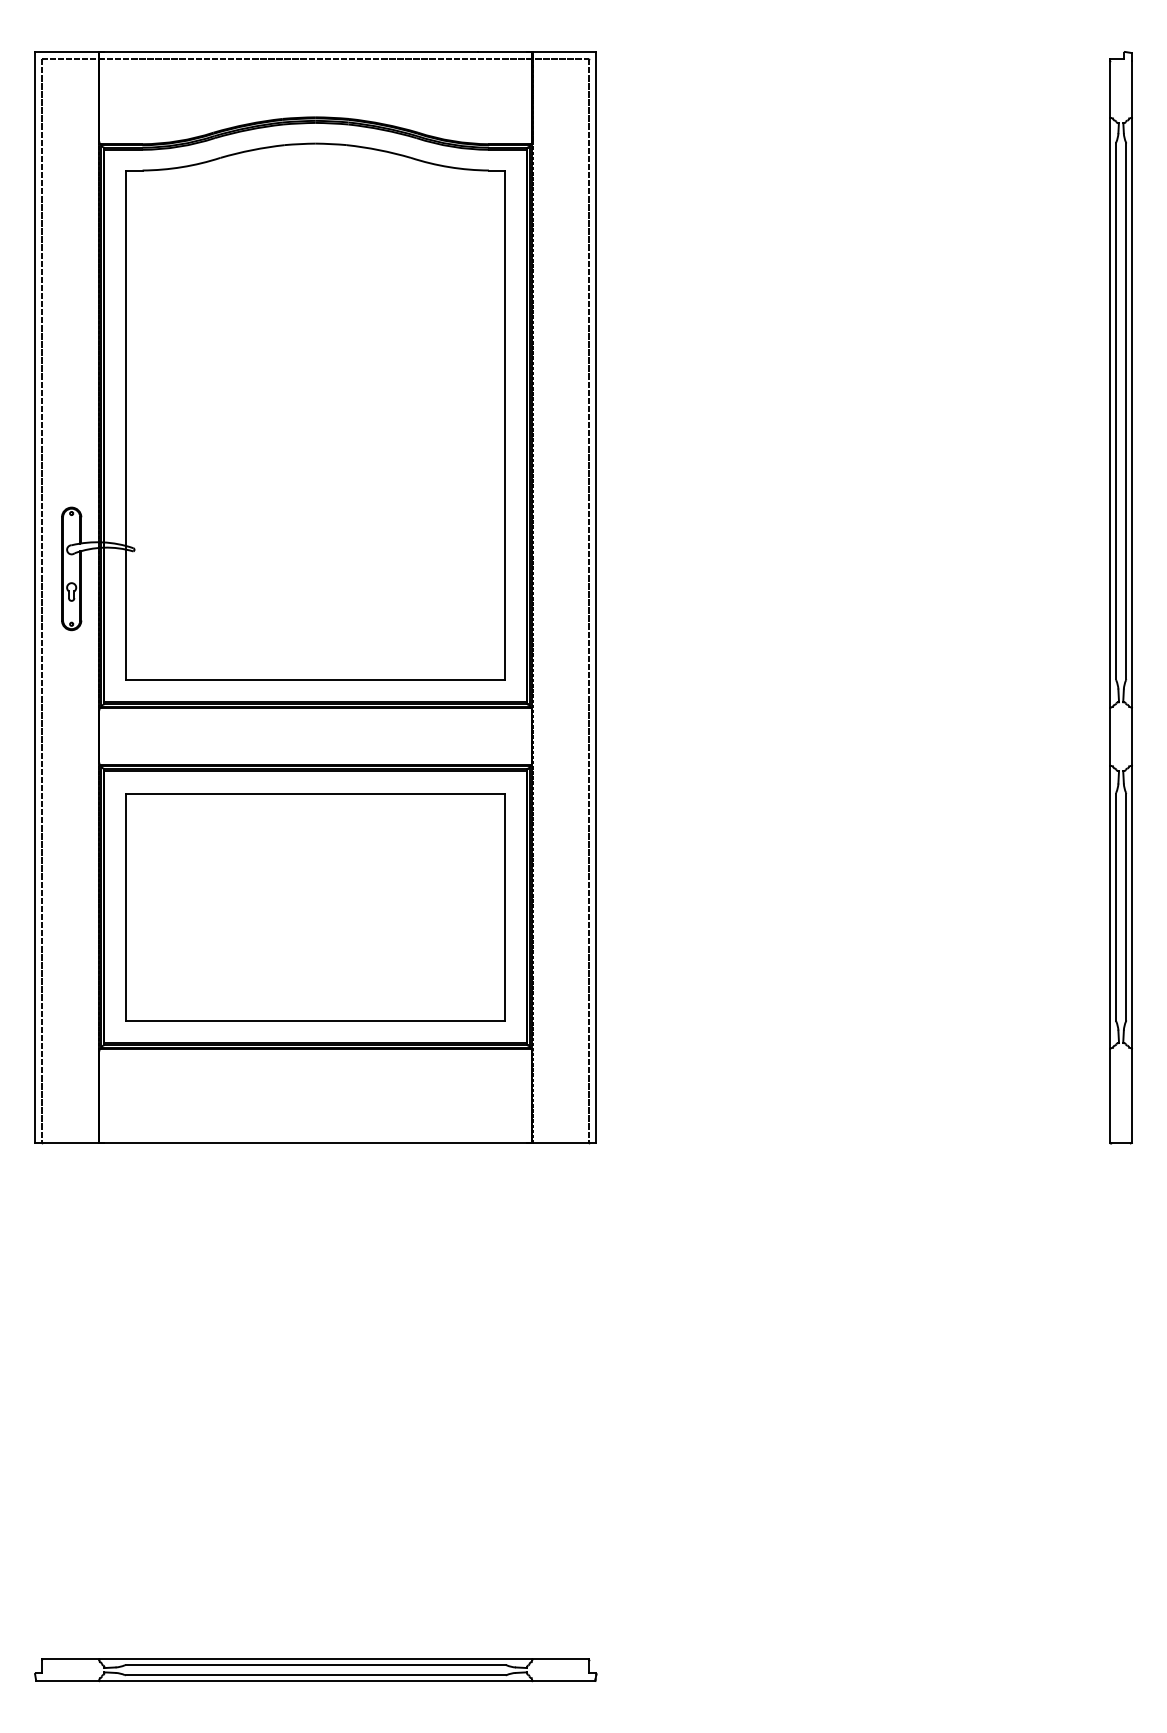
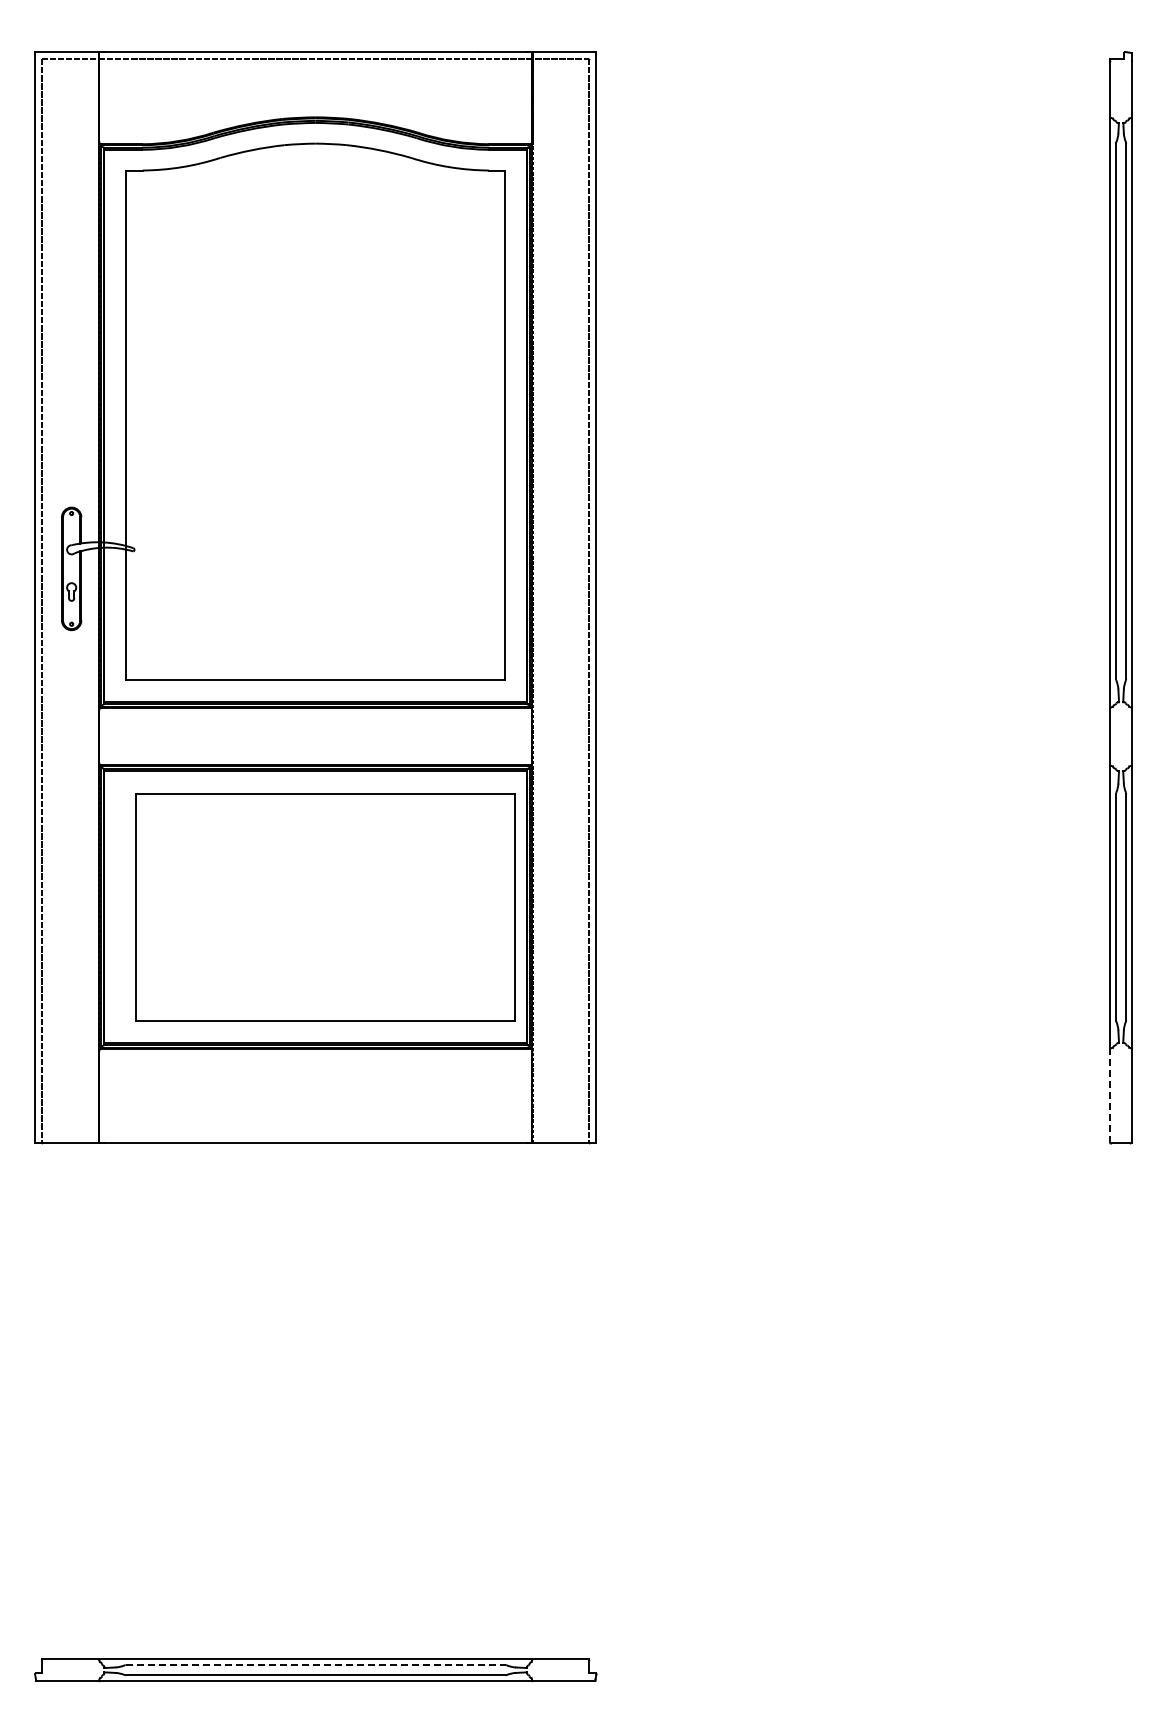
part at (315, 907) position: (315, 907) -> (325, 907)
line at (1110, 1095): solid -> dashed
line at (316, 1665): solid -> dashed
